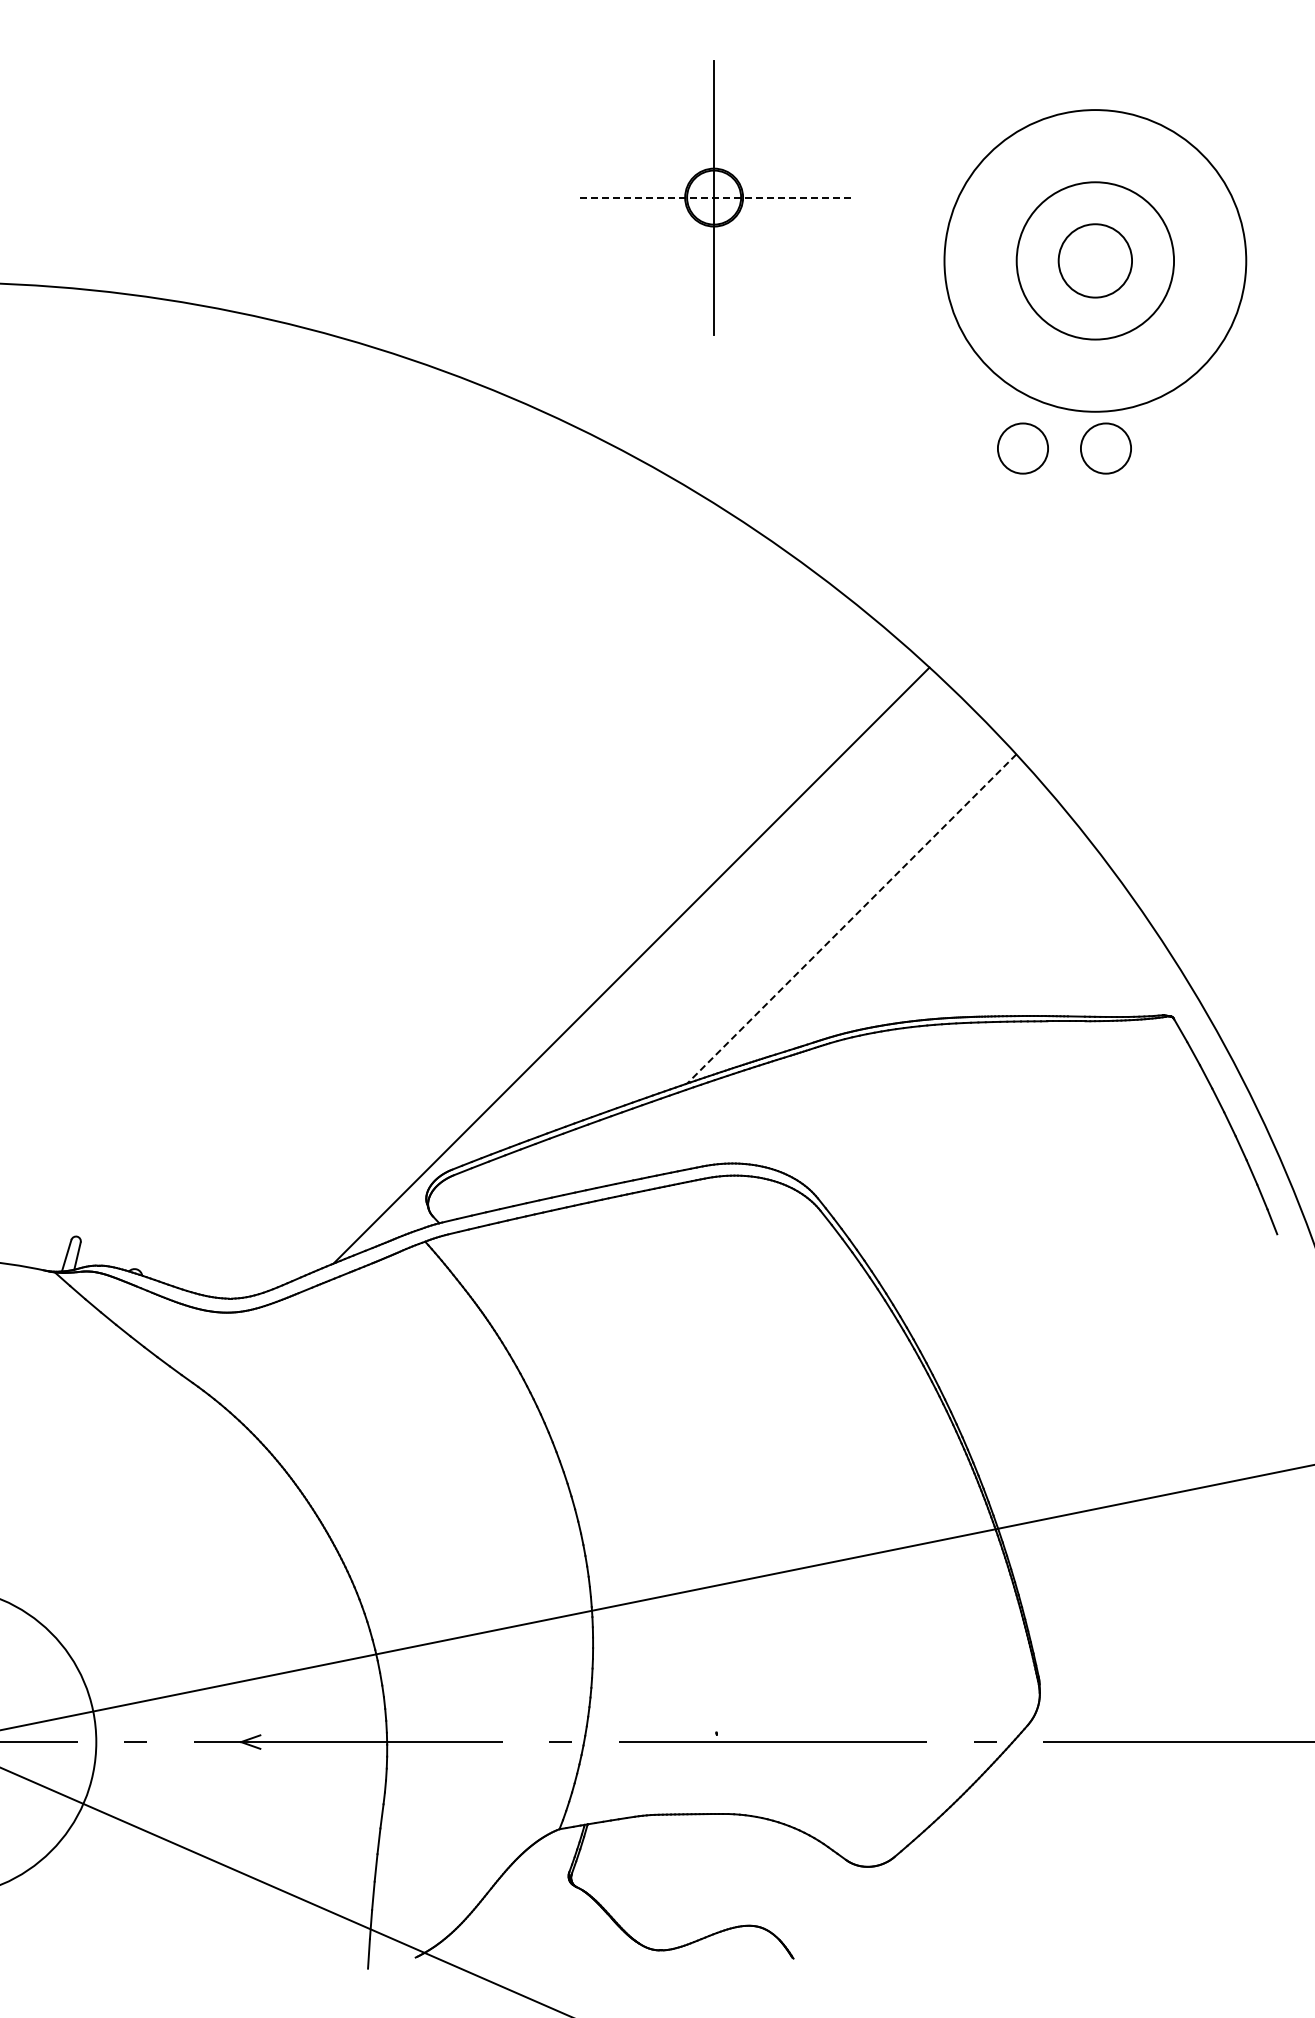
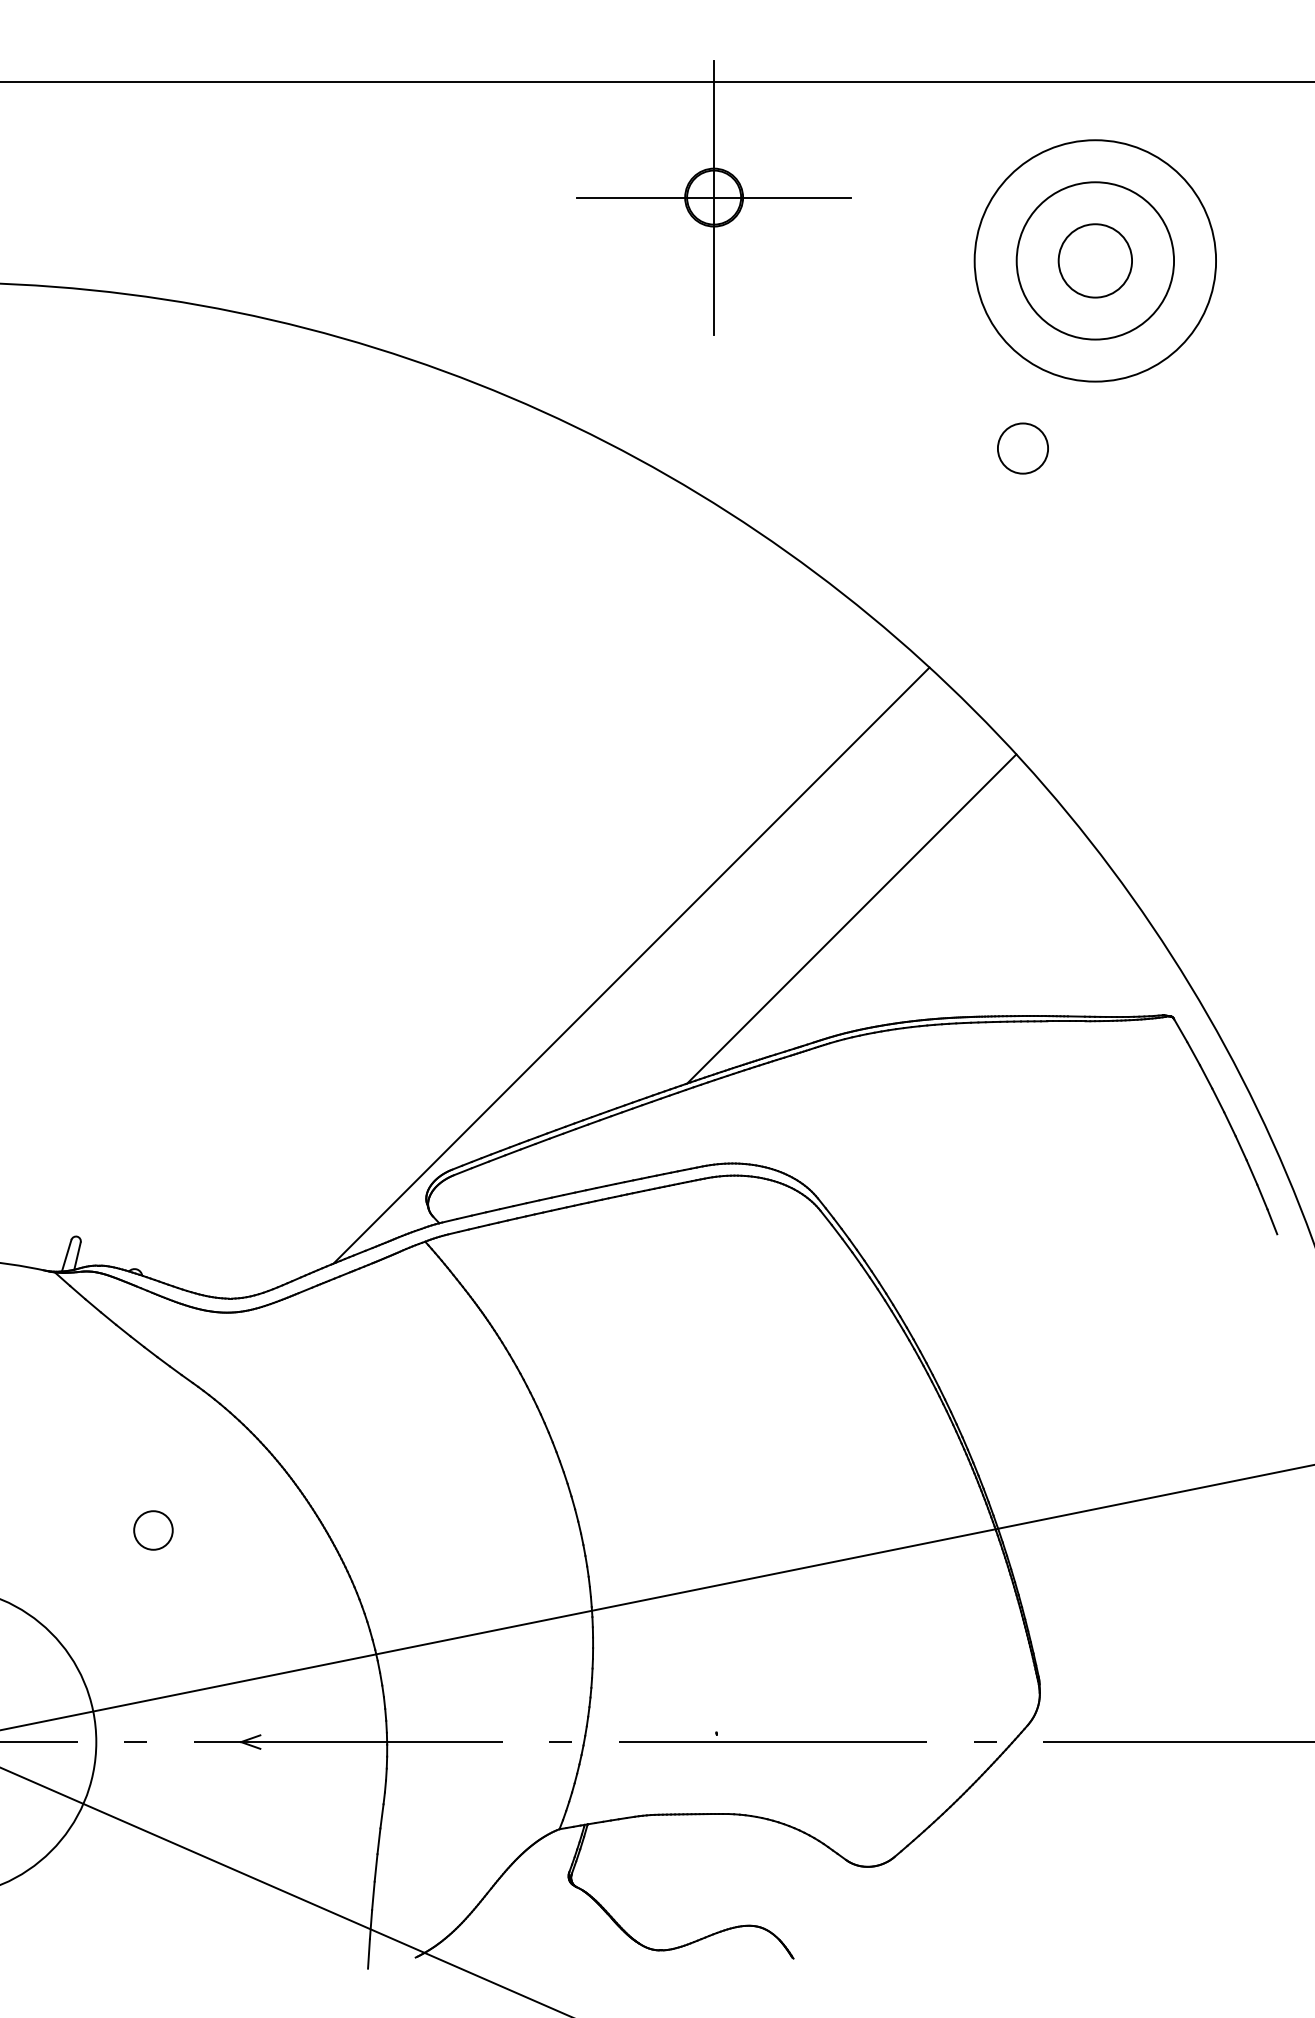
line at (656, 81): none -> present
line at (713, 197): dashed -> solid
circle at (1095, 260) diameter: 302 px -> 241 px
circle at (1105, 448): present -> none
line at (851, 918): dashed -> solid
circle at (153, 1530): none -> present
